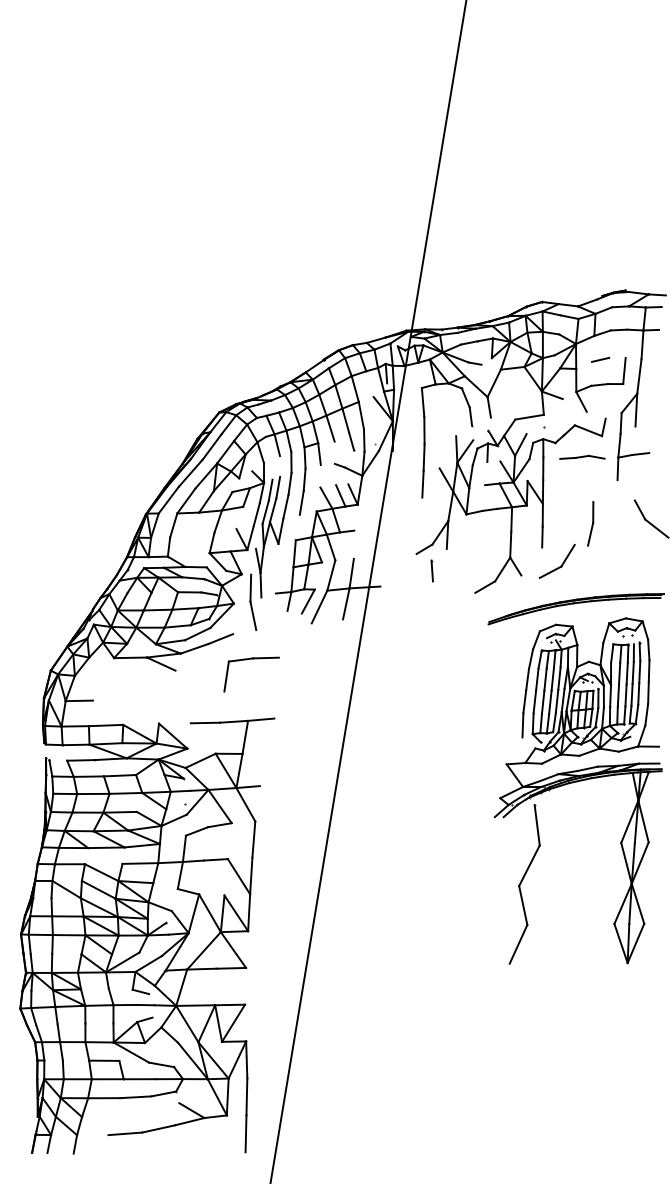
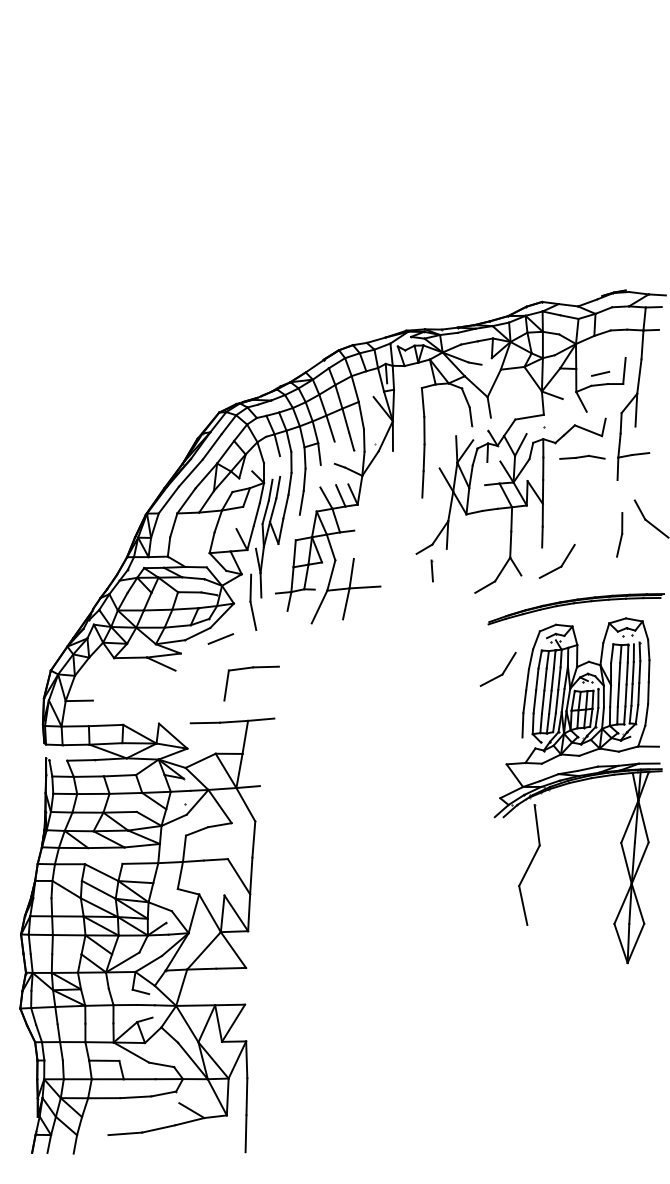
line at (600, 359) position: (600, 359) -> (600, 373)
part at (590, 523) position: (590, 523) -> (619, 534)
line at (368, 591): present -> none
line at (307, 601): present -> none
line at (194, 648): present -> none
part at (246, 660) position: (246, 660) -> (246, 669)
part at (503, 670): none -> present
line at (518, 943): present -> none
